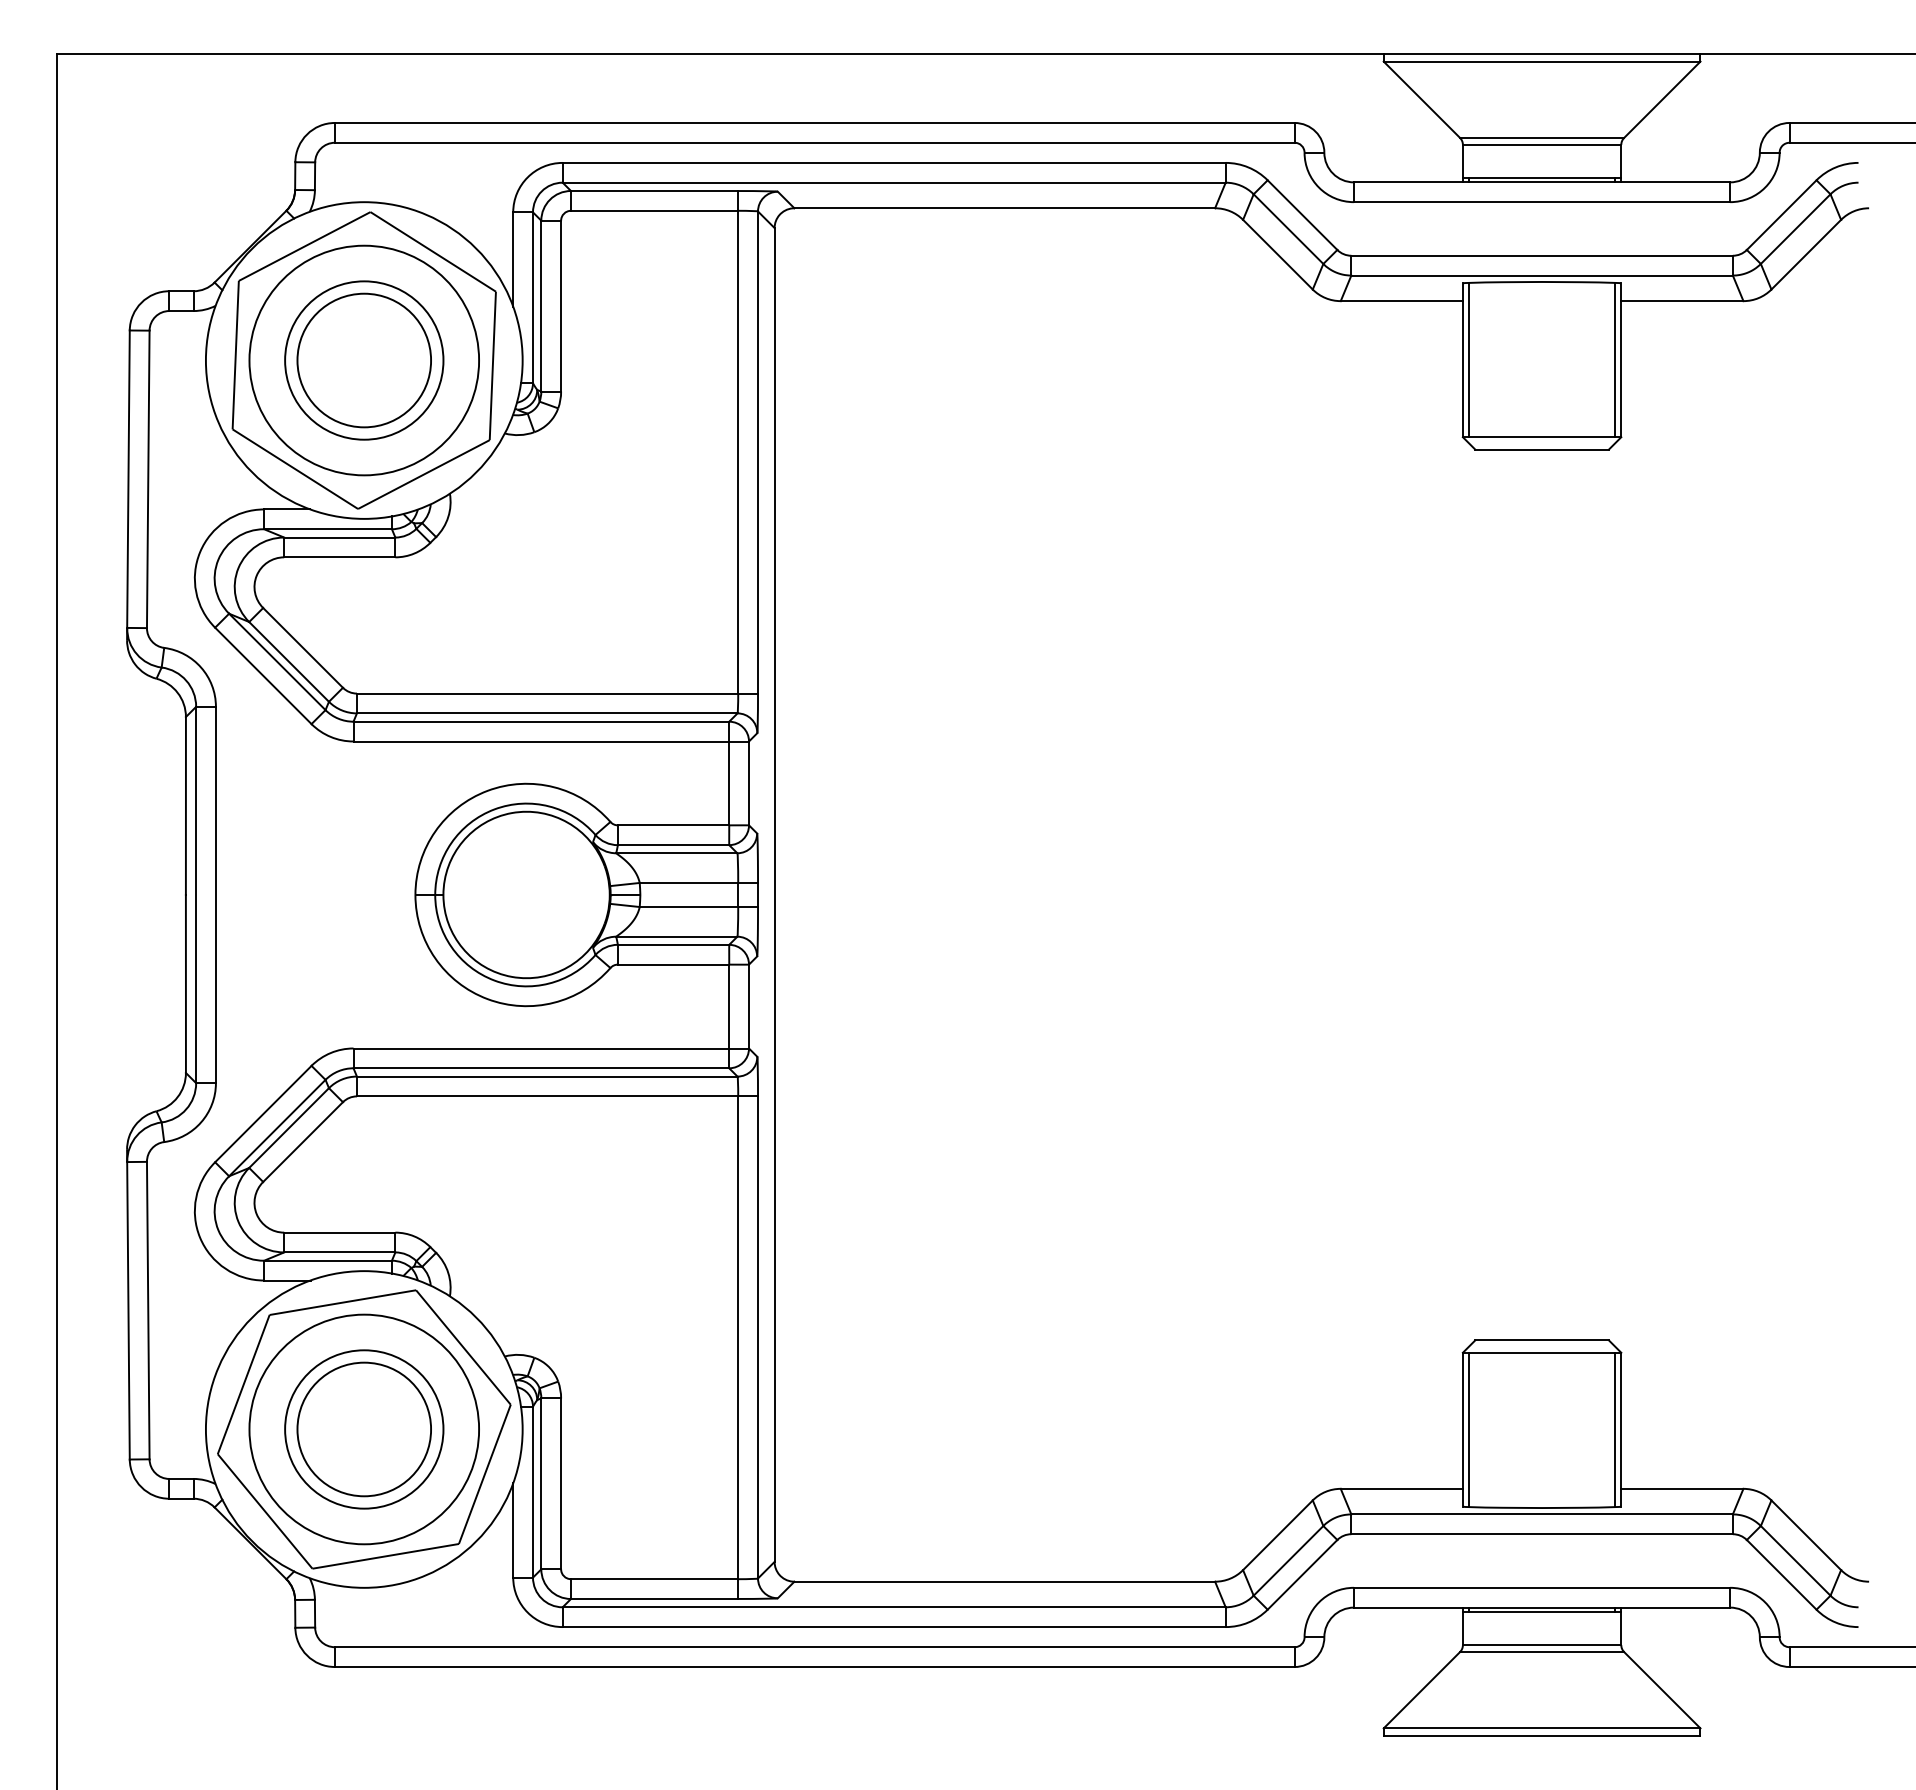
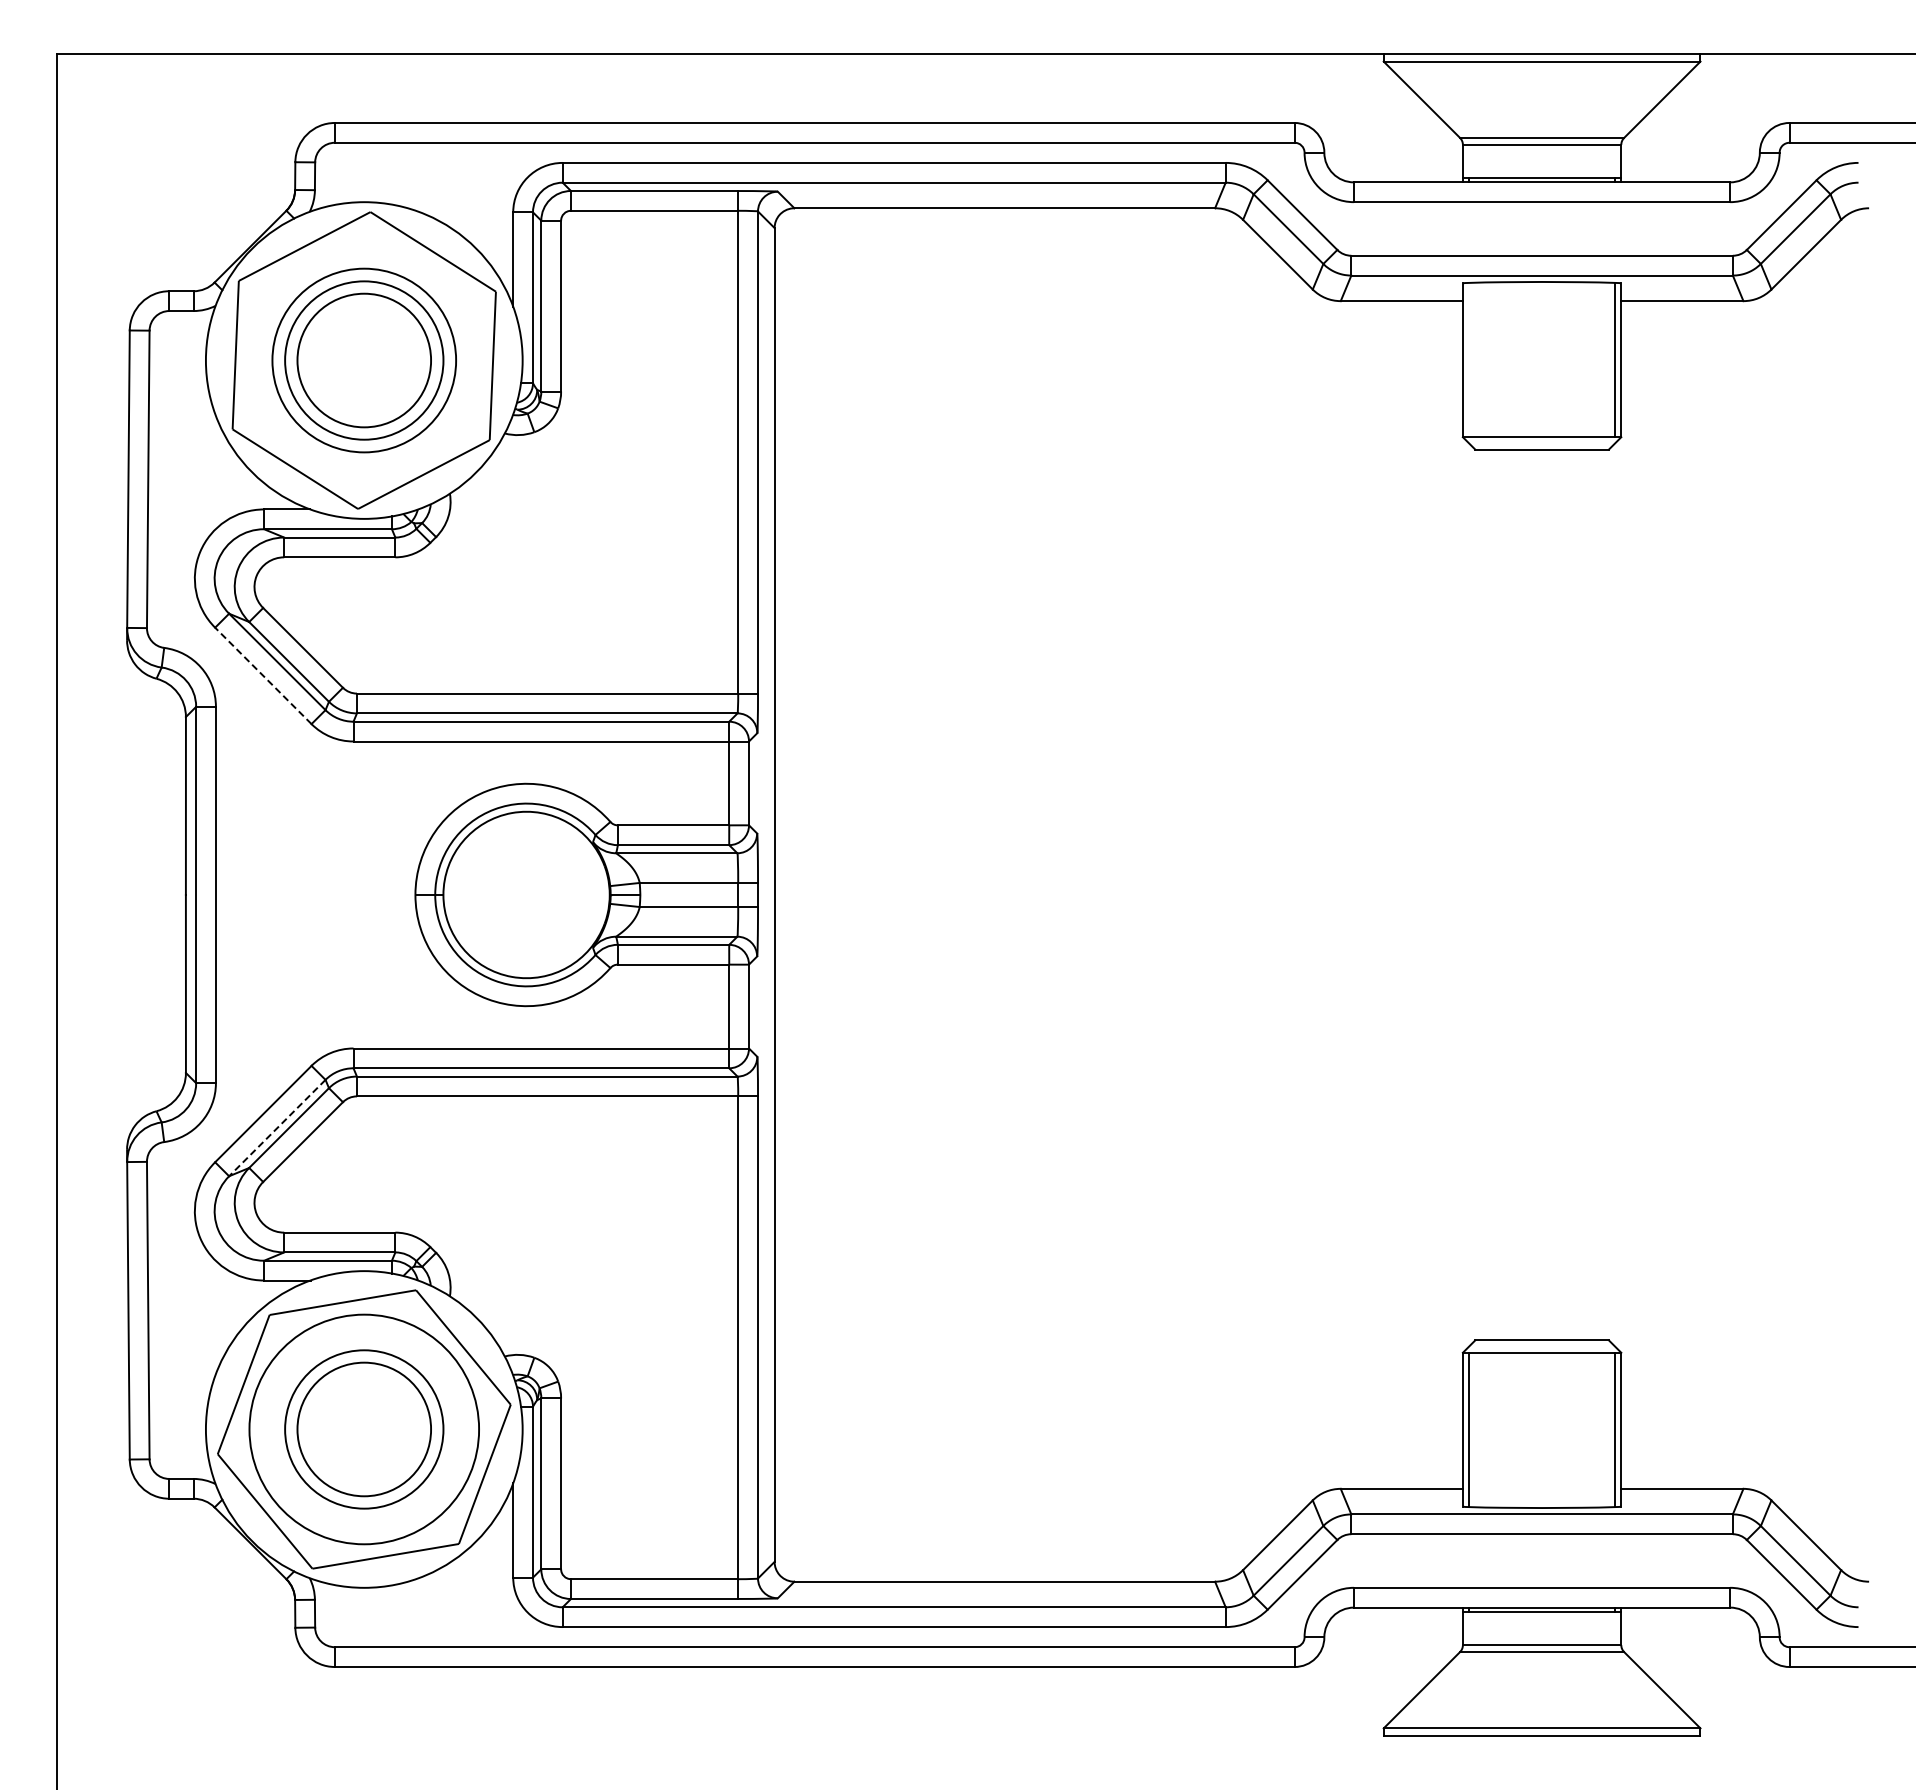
circle at (364, 360) diameter: 230 px -> 184 px
line at (1468, 360): present -> none
line at (263, 675): solid -> dashed
line at (277, 1128): solid -> dashed
